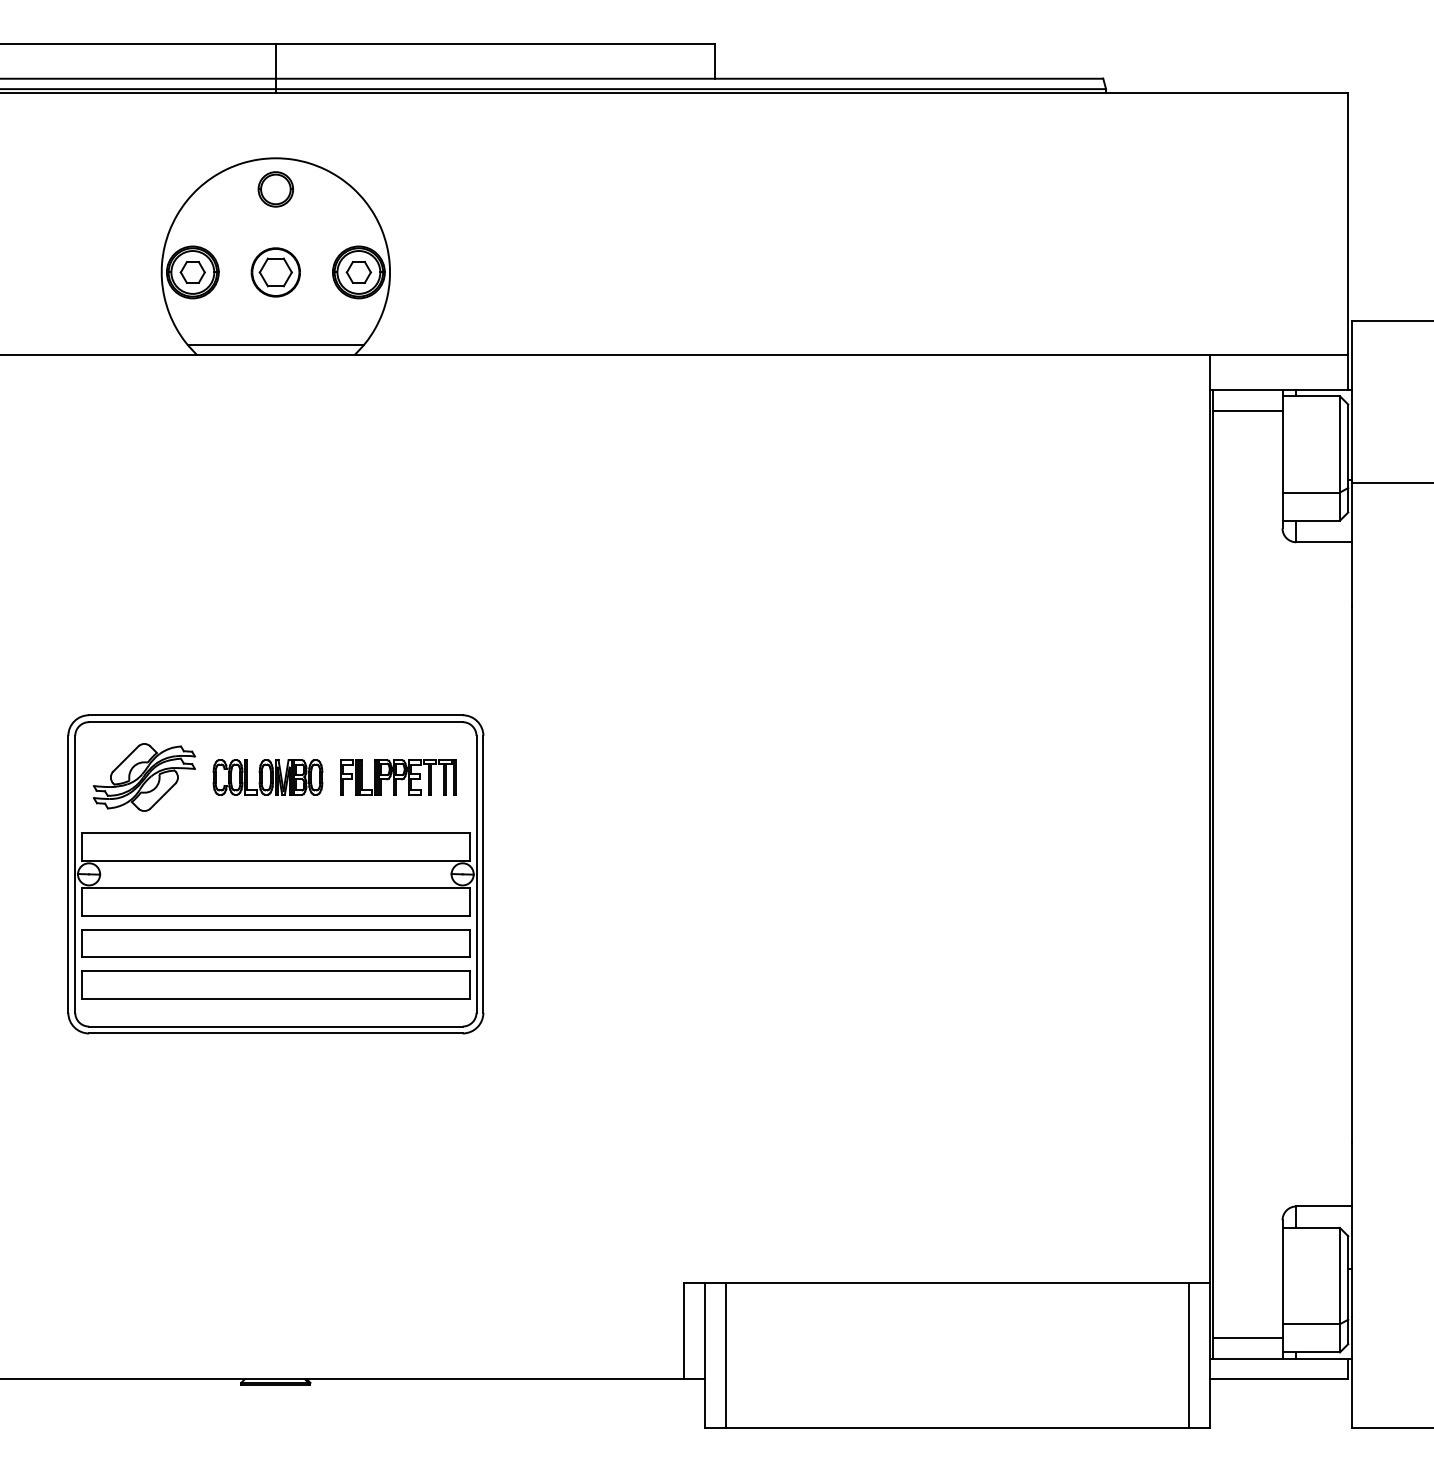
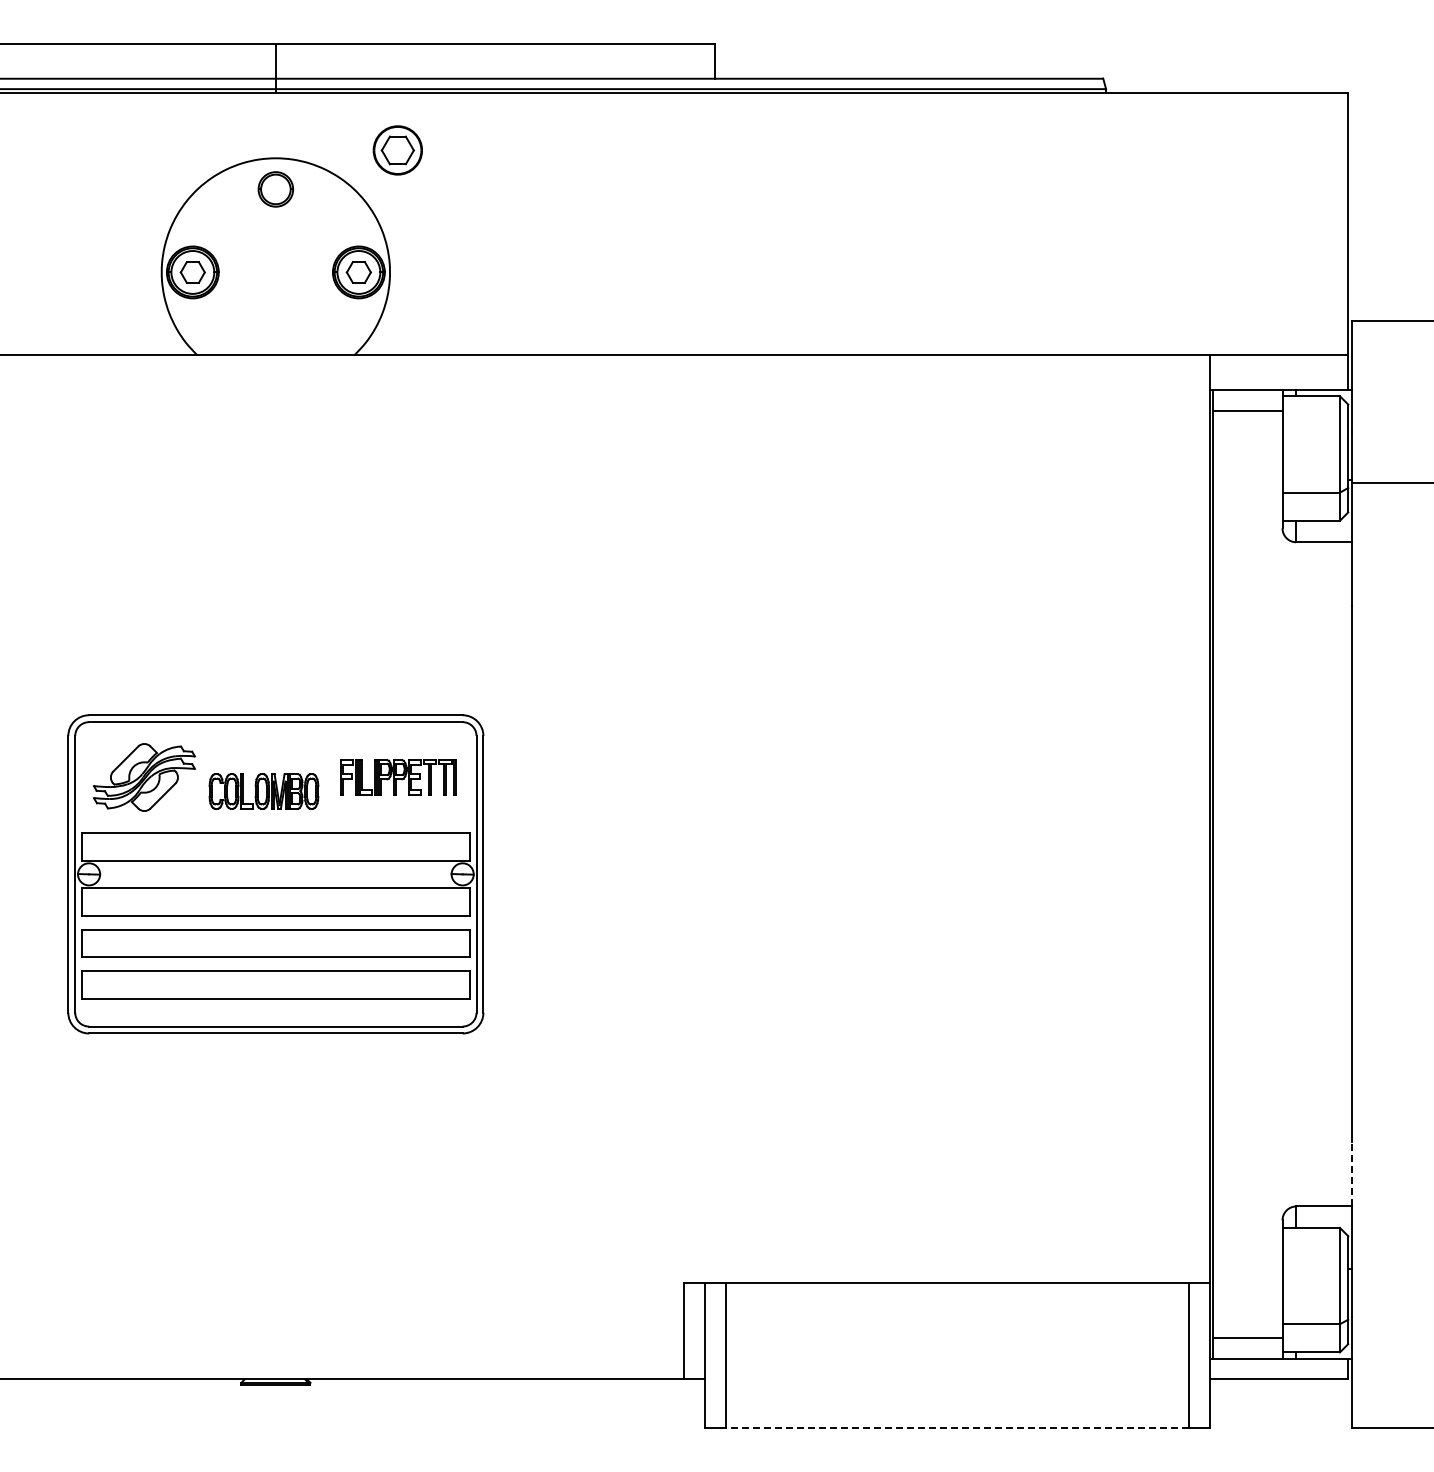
part at (275, 272) position: (275, 272) -> (397, 150)
line at (275, 345): present -> none
part at (267, 777) position: (267, 777) -> (263, 791)
line at (1351, 1173): solid -> dashed
line at (957, 1427): solid -> dashed
